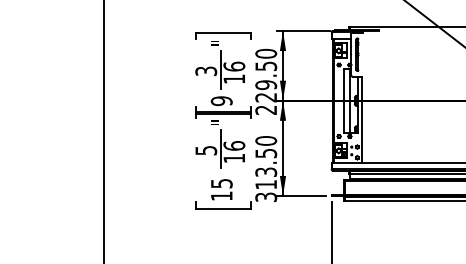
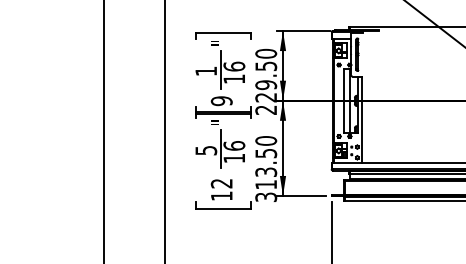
text at (206, 71): 3 -> 1
line at (164, 131): none -> present
text at (221, 183): 15 -> 12
